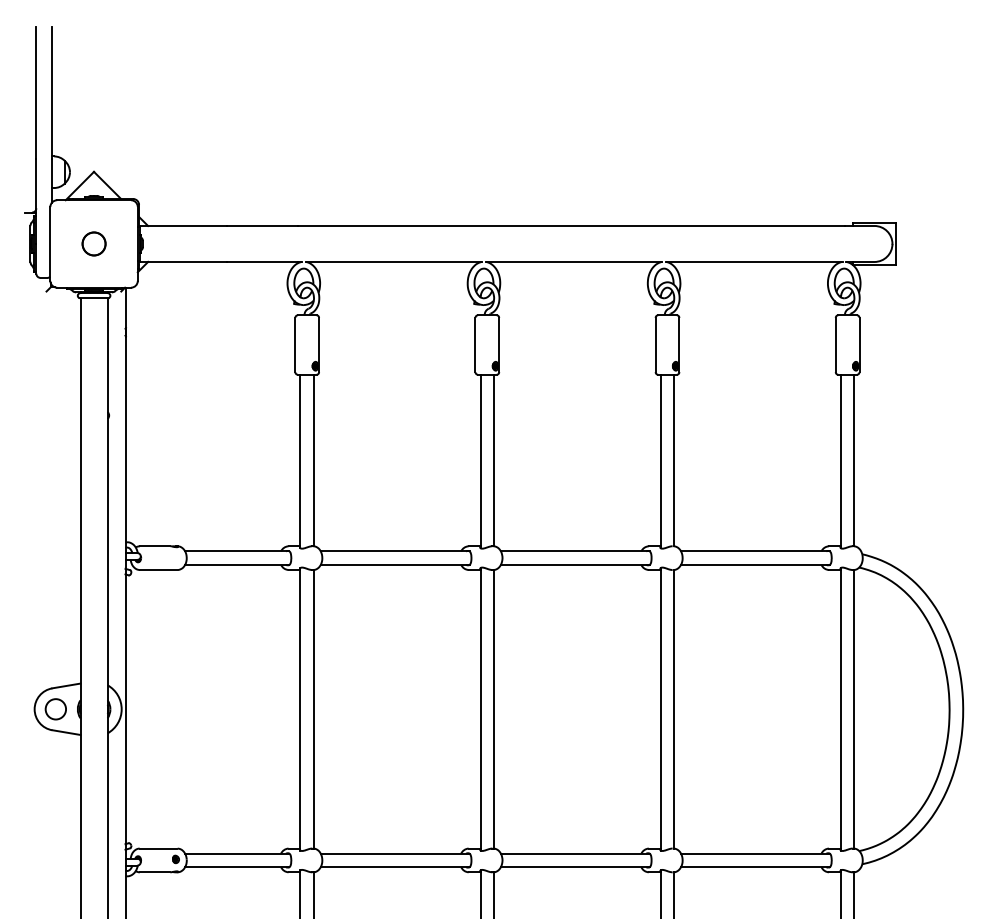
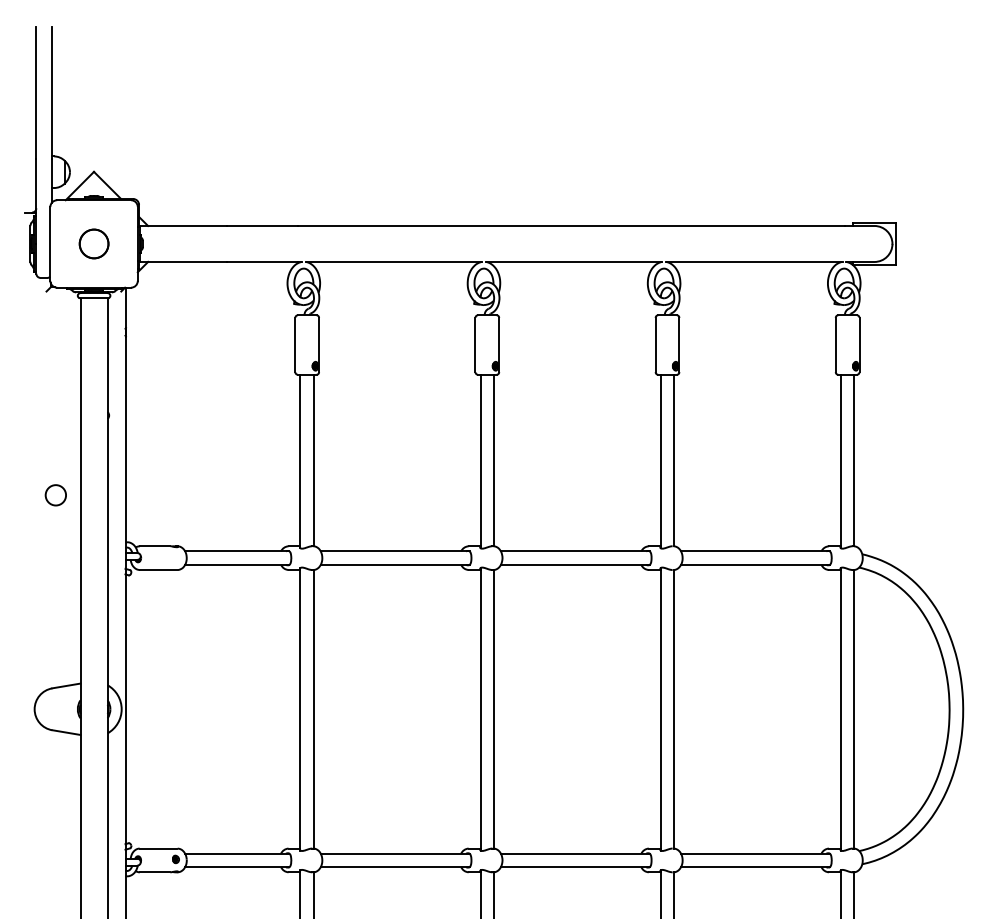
circle at (93, 243) size: 26x26 px -> 32x32 px
circle at (55, 709) position: (55, 709) -> (55, 495)
